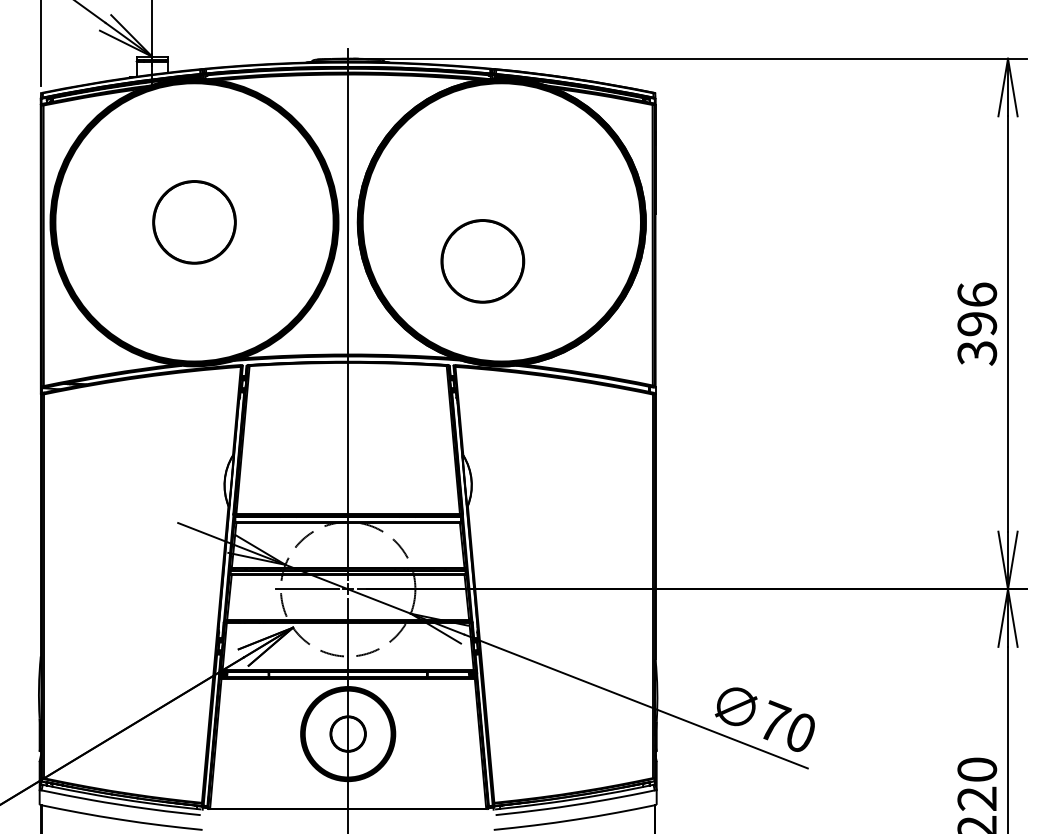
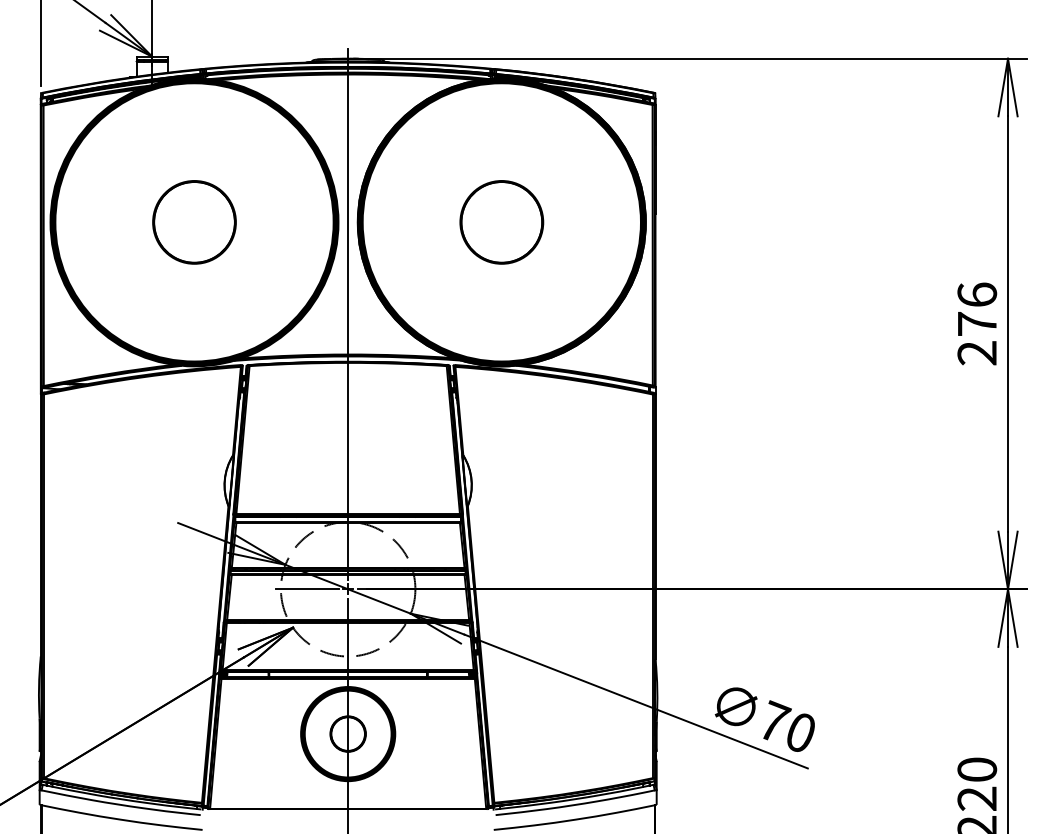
part at (482, 261) position: (482, 261) -> (501, 222)
text at (977, 338): 396 -> 276
